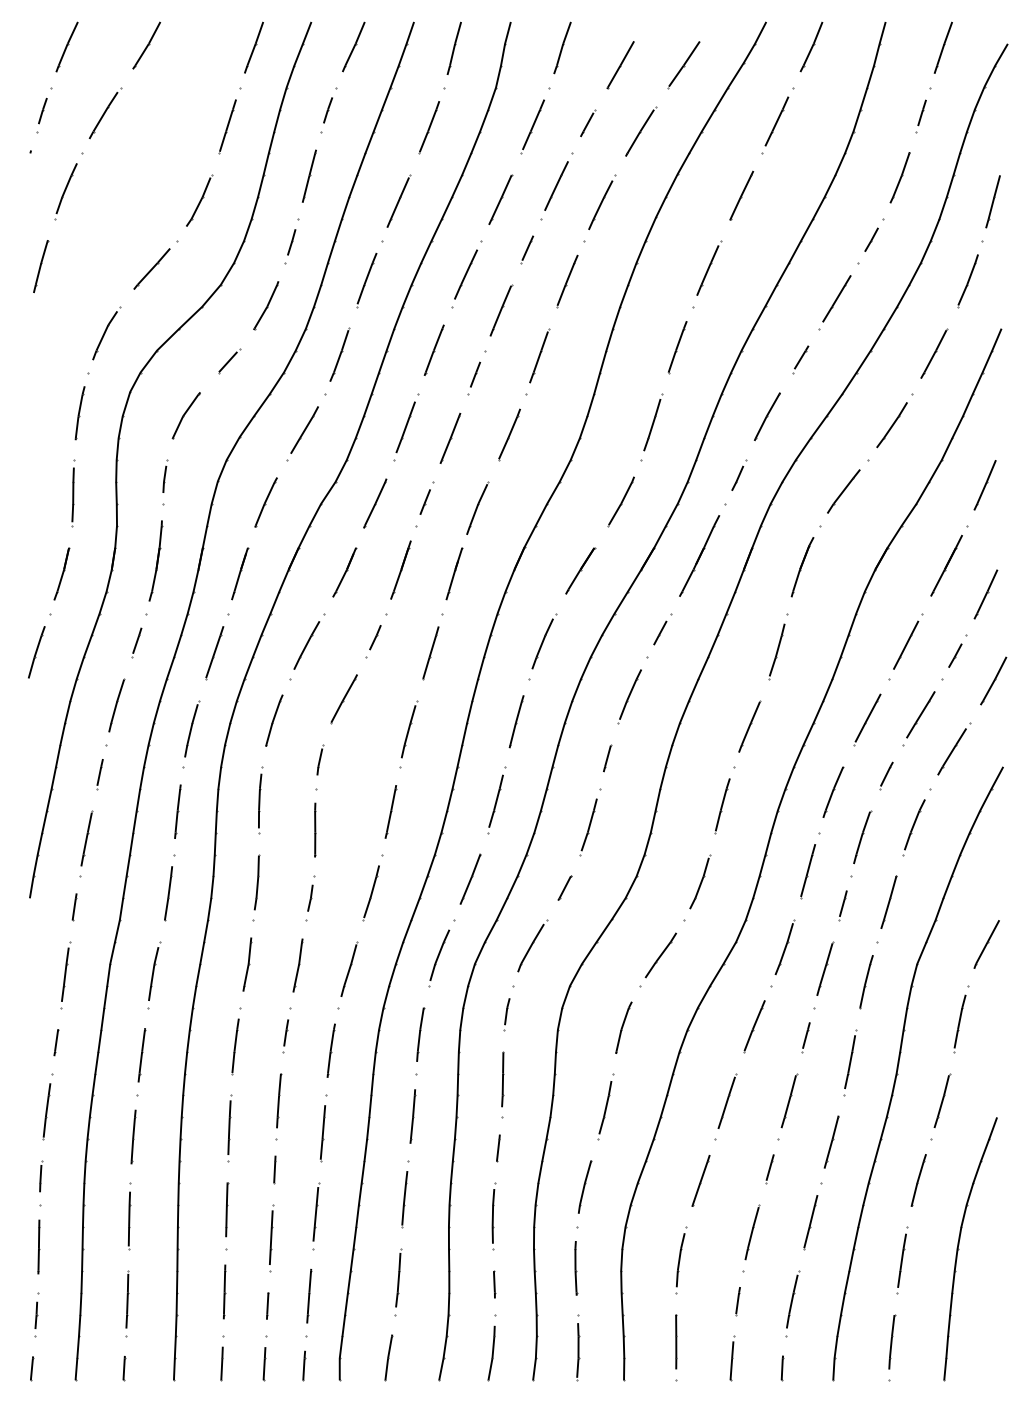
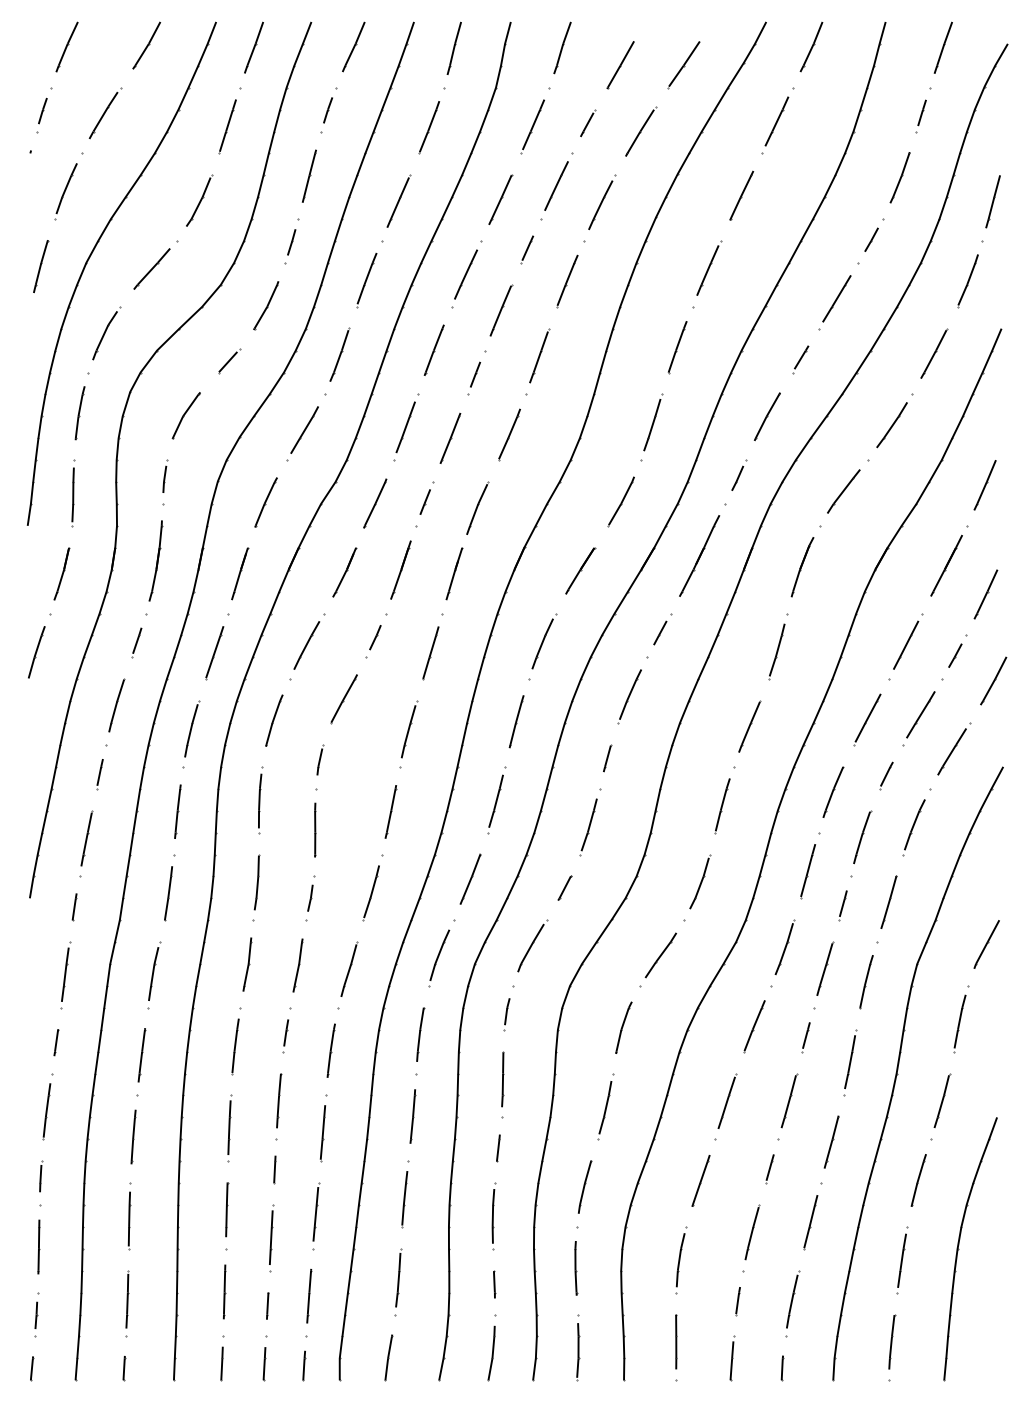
part at (90, 257): none -> present
